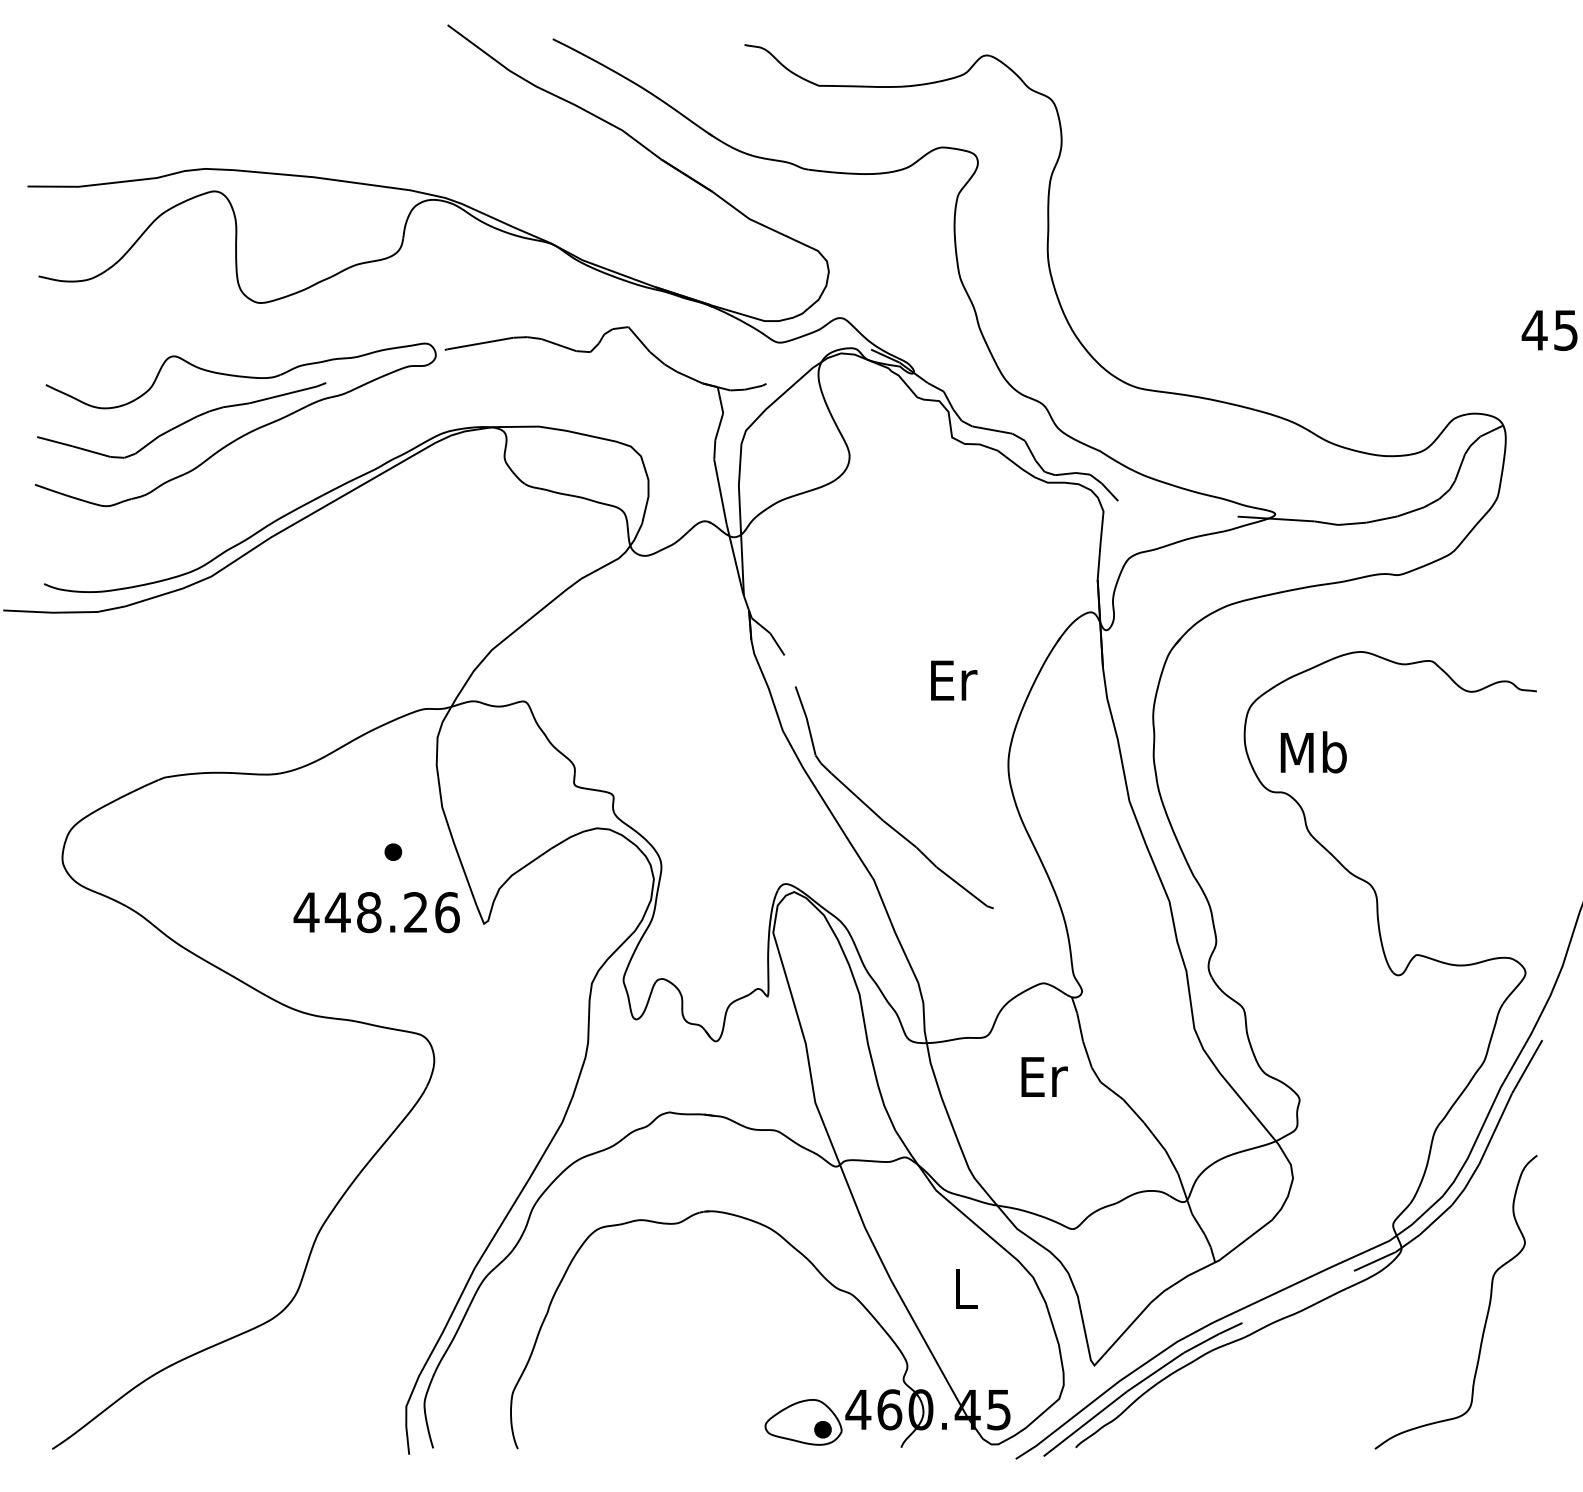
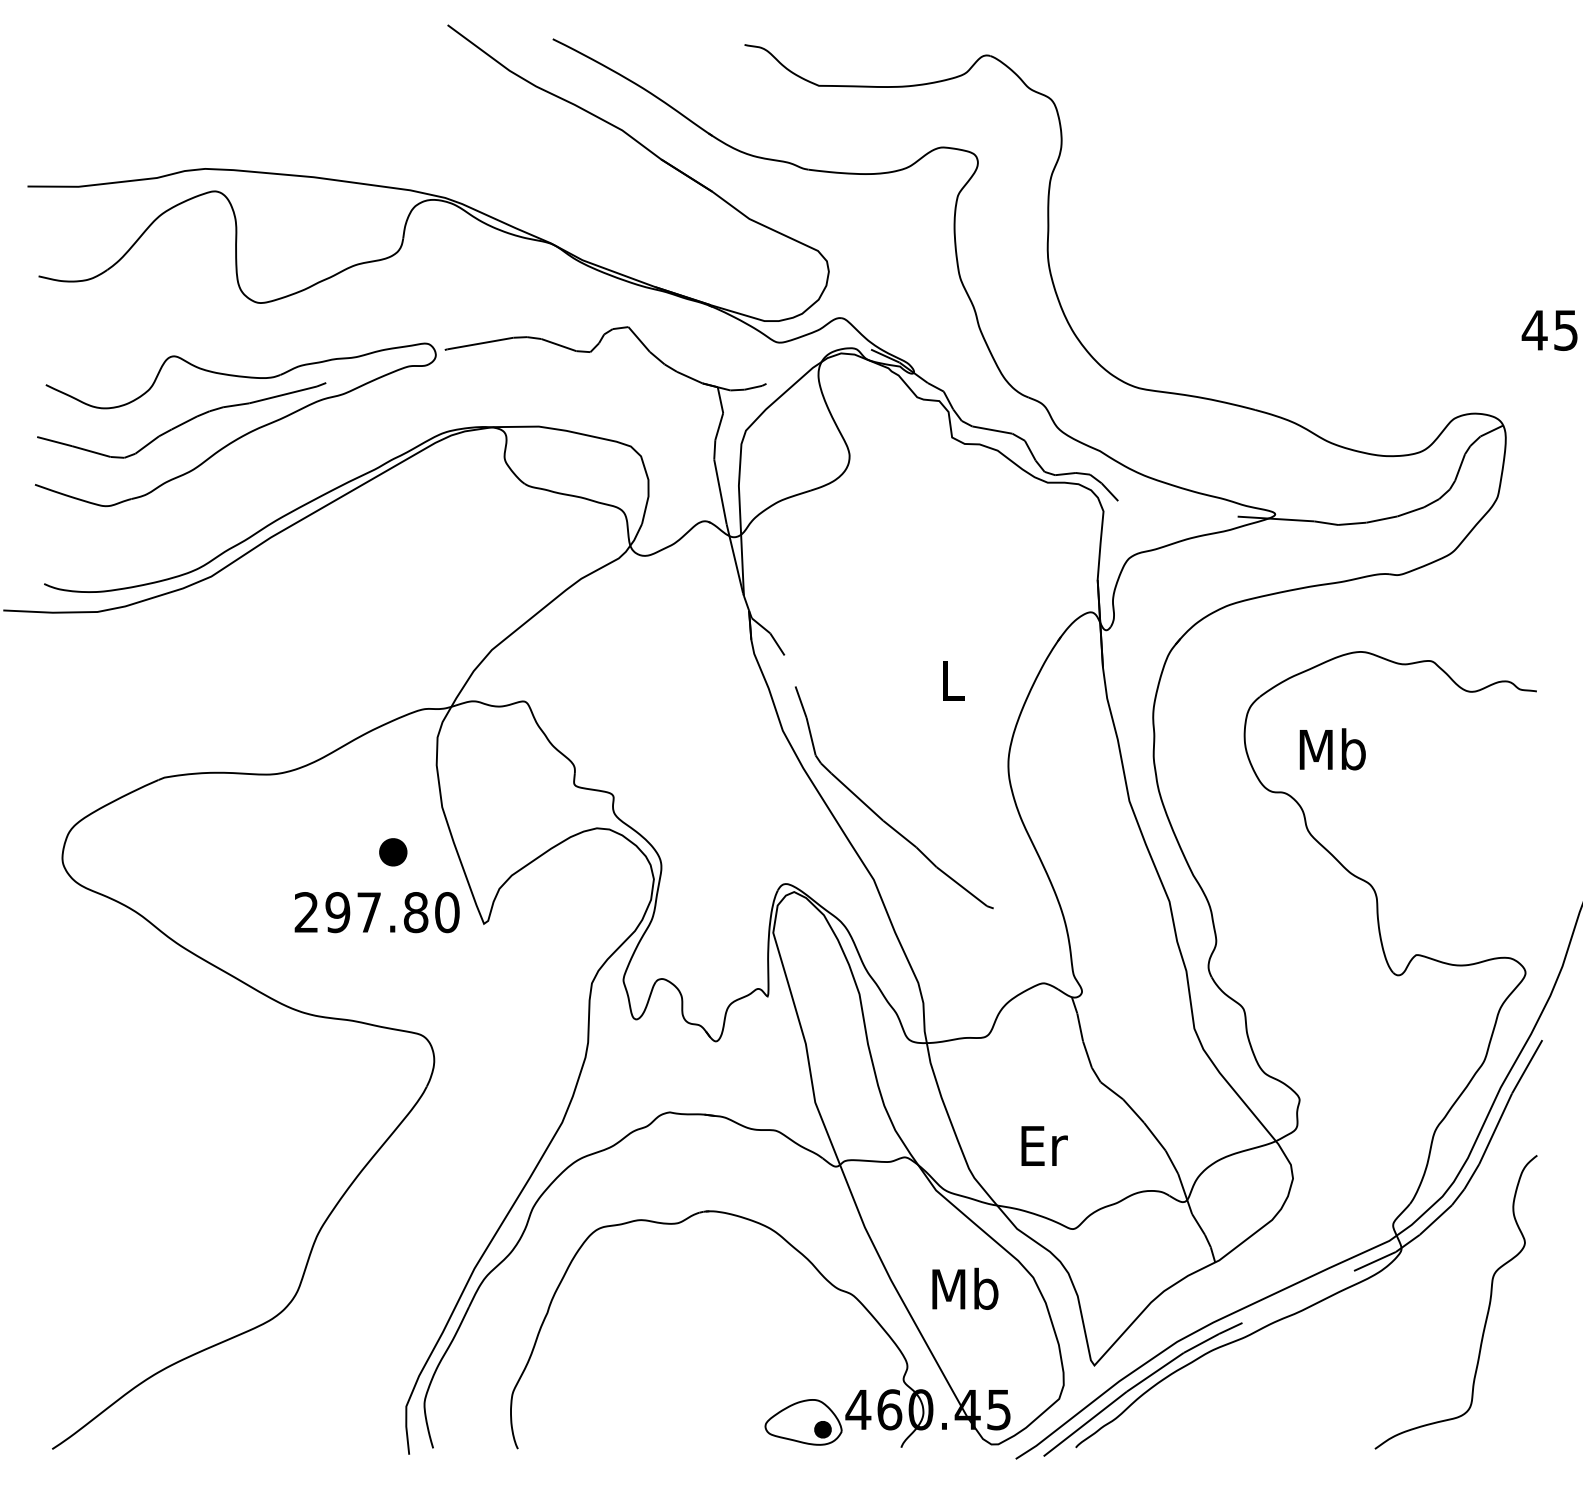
text at (954, 680): Er -> L
text at (1313, 752) position: (1313, 752) -> (1332, 749)
part at (393, 851) size: 19x18 px -> 29x29 px
text at (376, 912): 448.26 -> 297.80
text at (1044, 1076) position: (1044, 1076) -> (1044, 1145)
text at (965, 1288): L -> Mb
